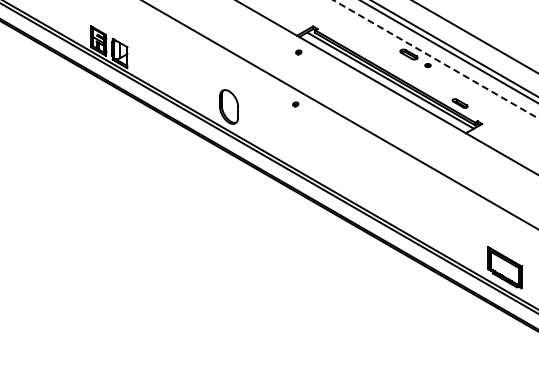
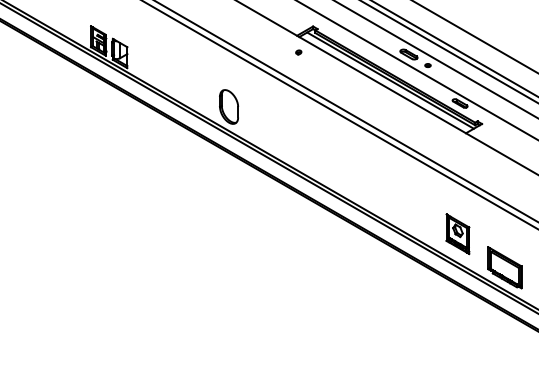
line at (436, 59): dashed -> solid
line at (417, 70): none -> present
part at (295, 104): present -> none
line at (346, 111): none -> present
part at (457, 234): none -> present
